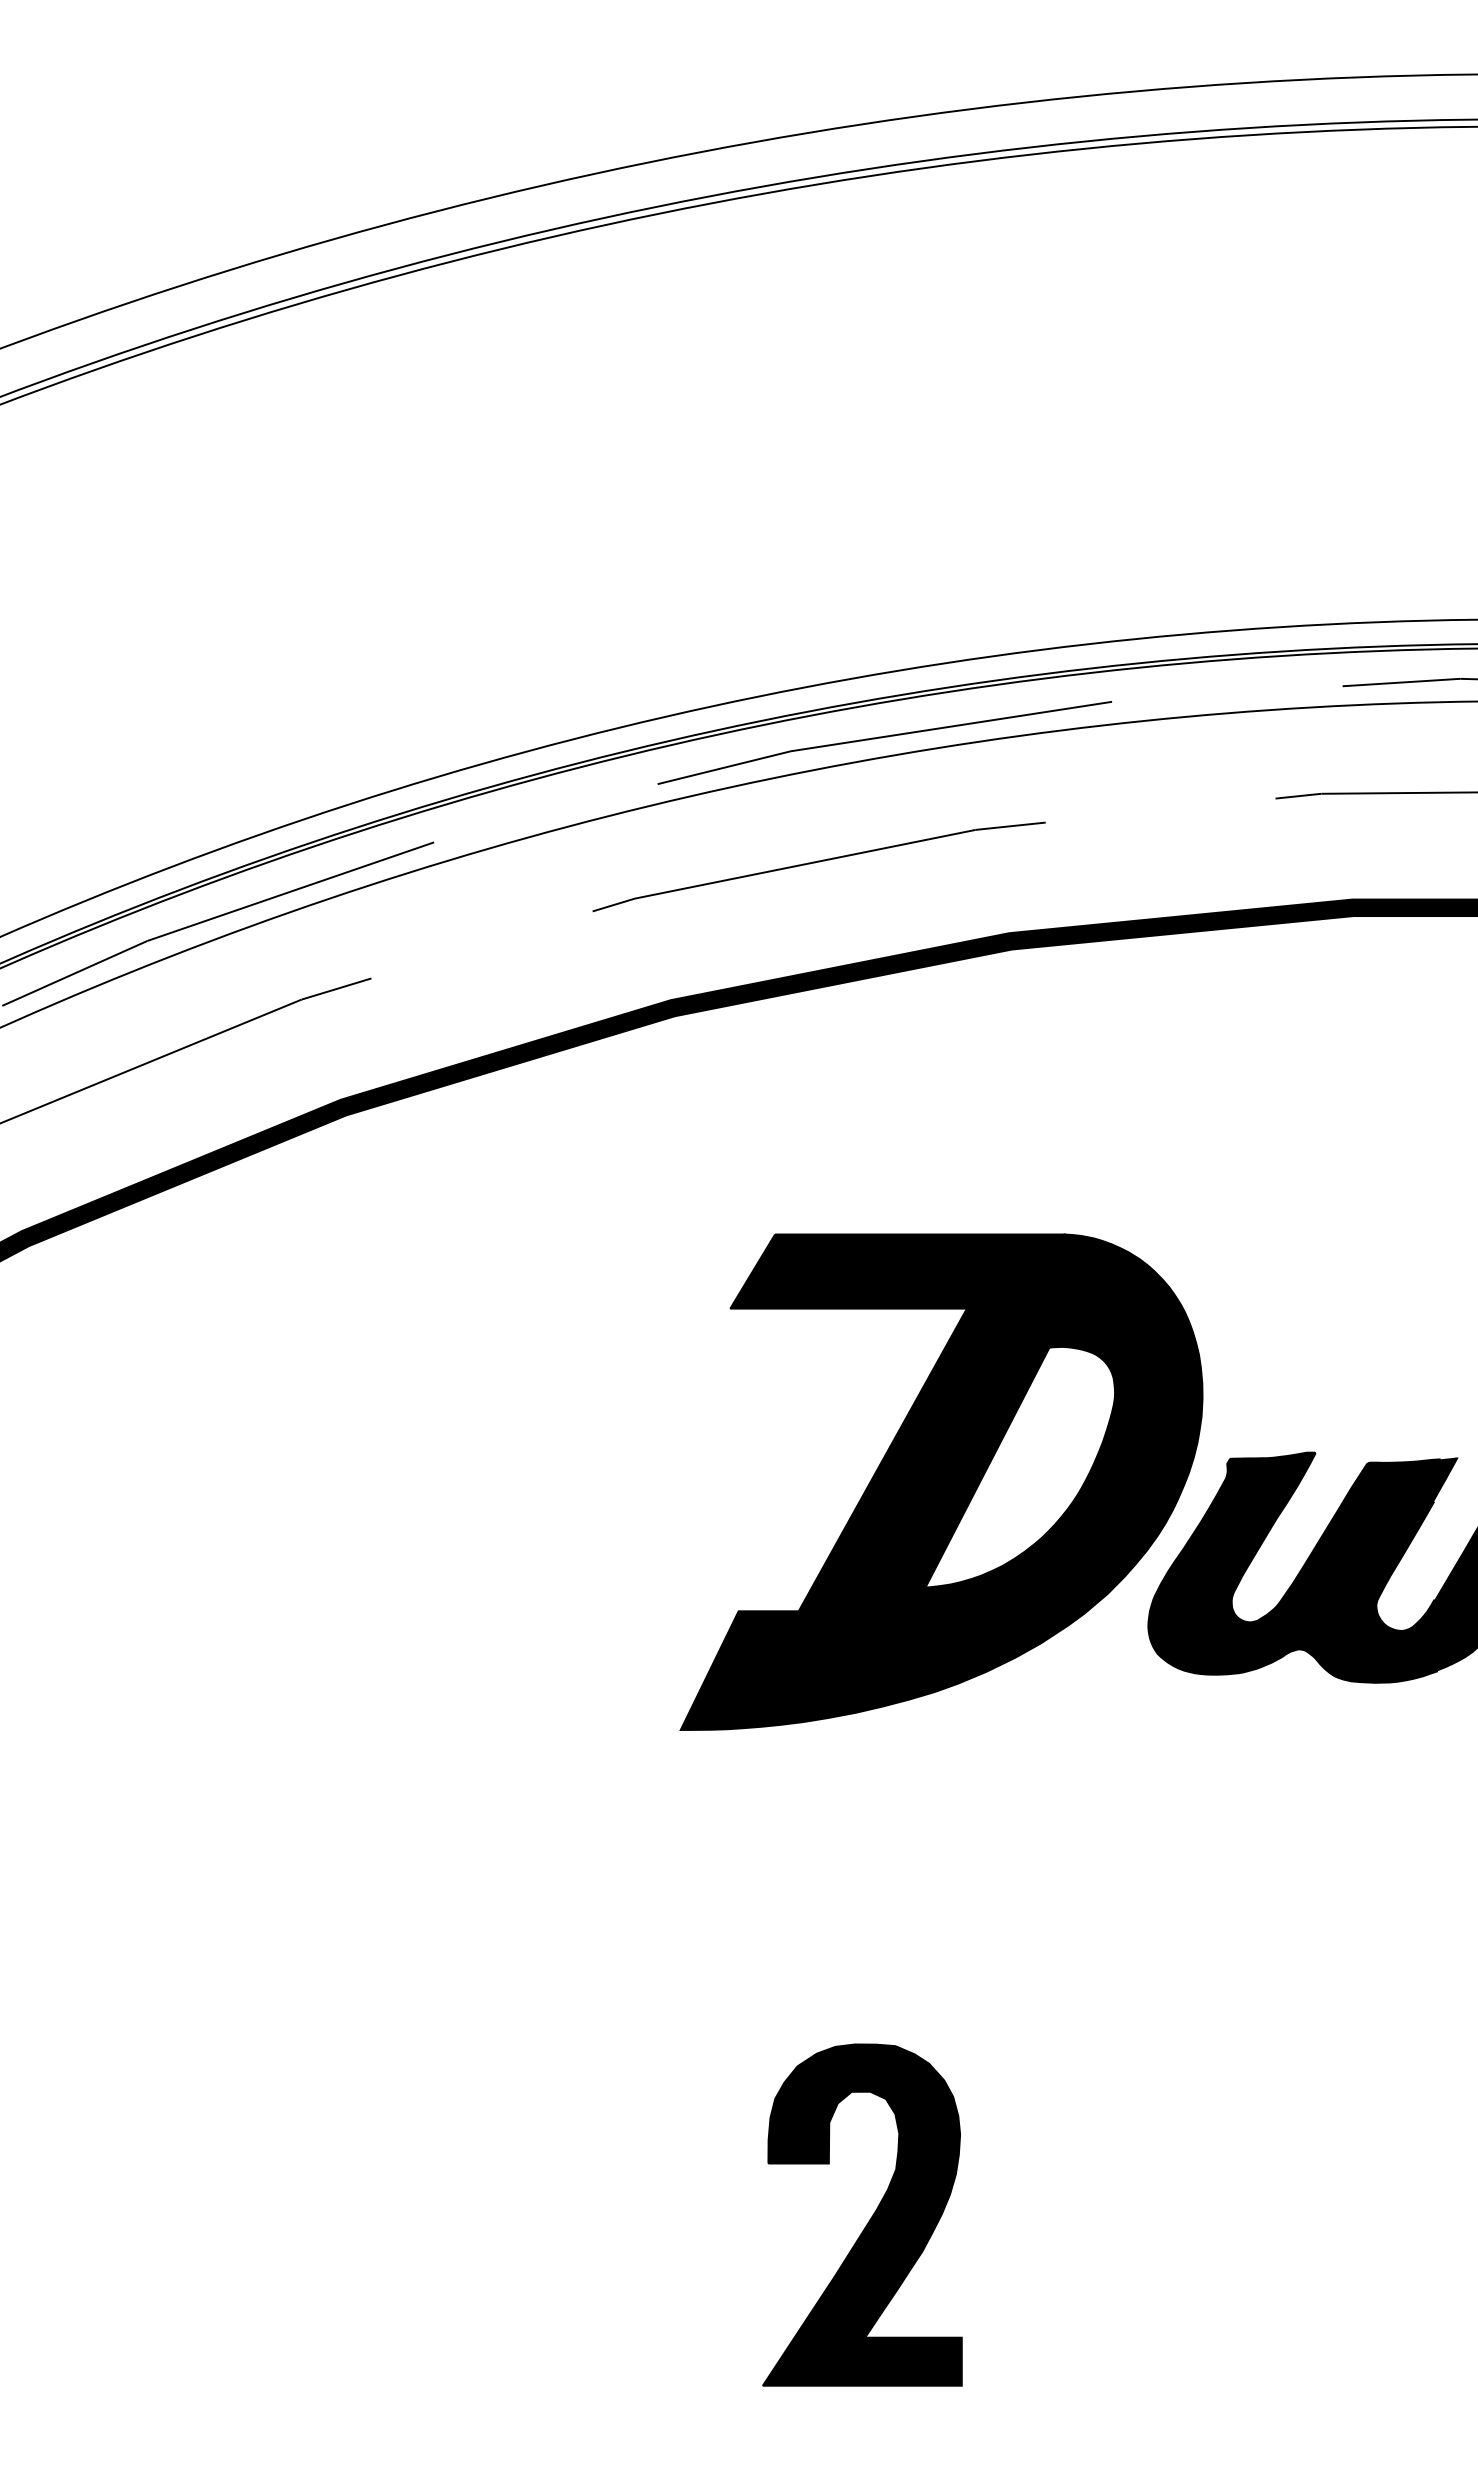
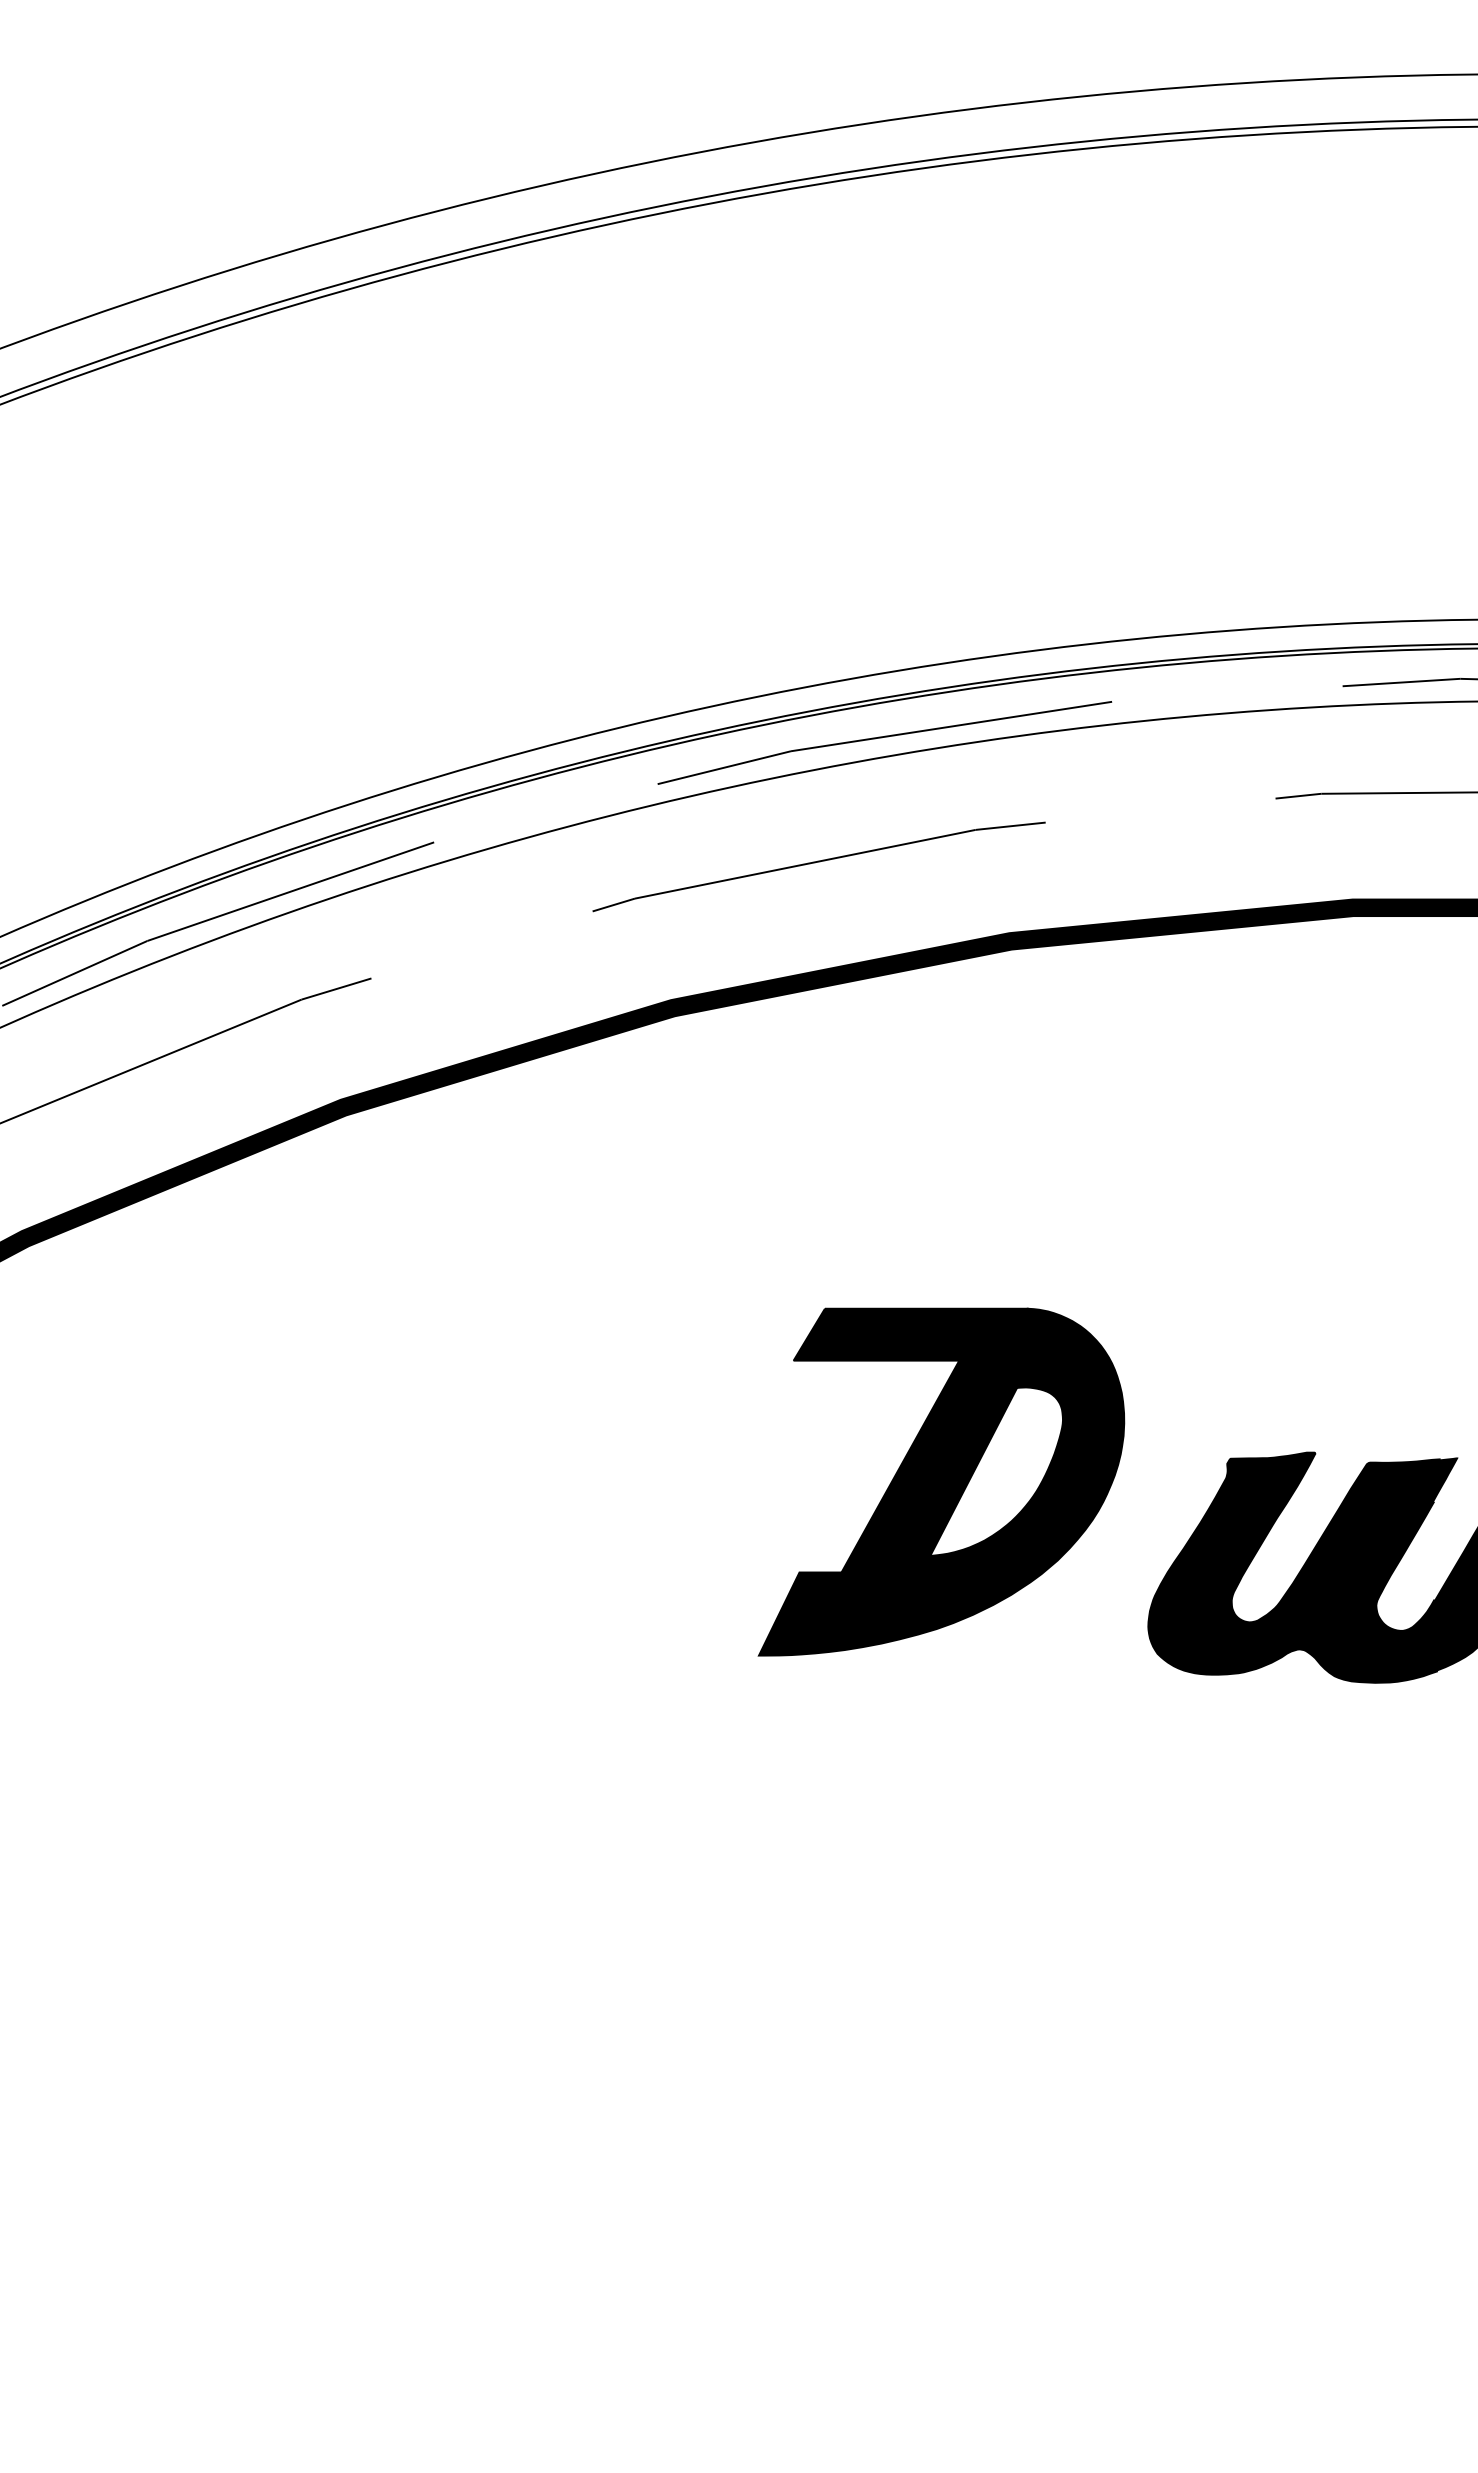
part at (941, 1481) size: 525x498 px -> 369x350 px
part at (869, 2219): present -> none
